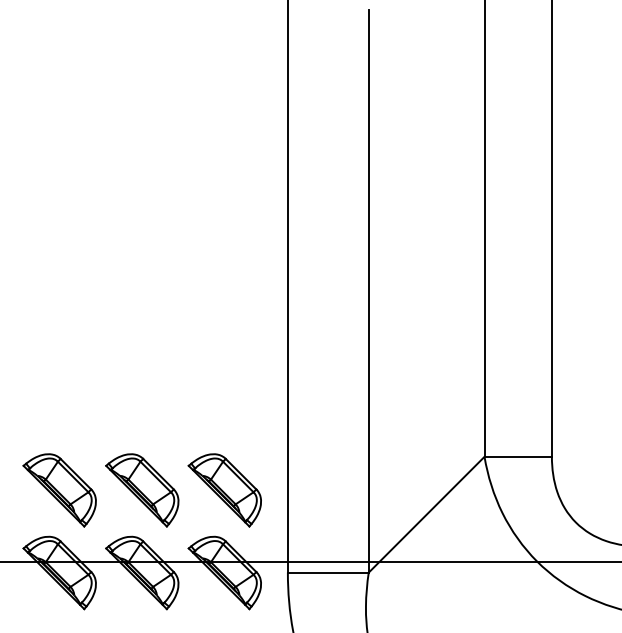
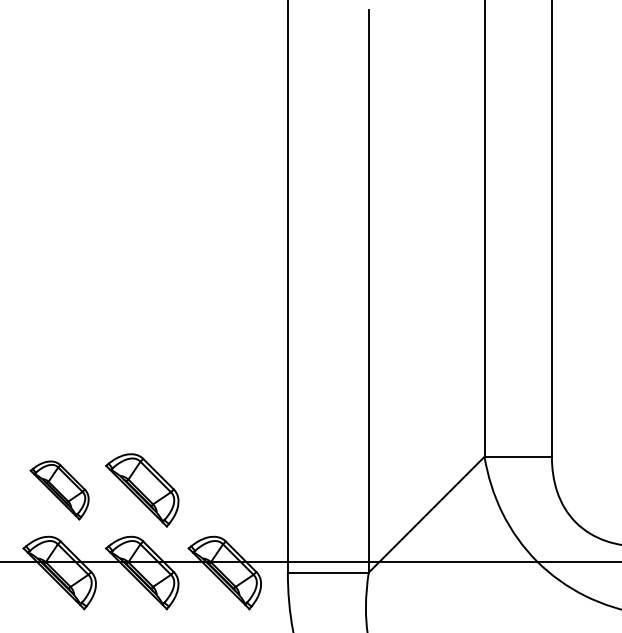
part at (59, 490) size: 75x75 px -> 61x61 px
part at (224, 490): present -> none
